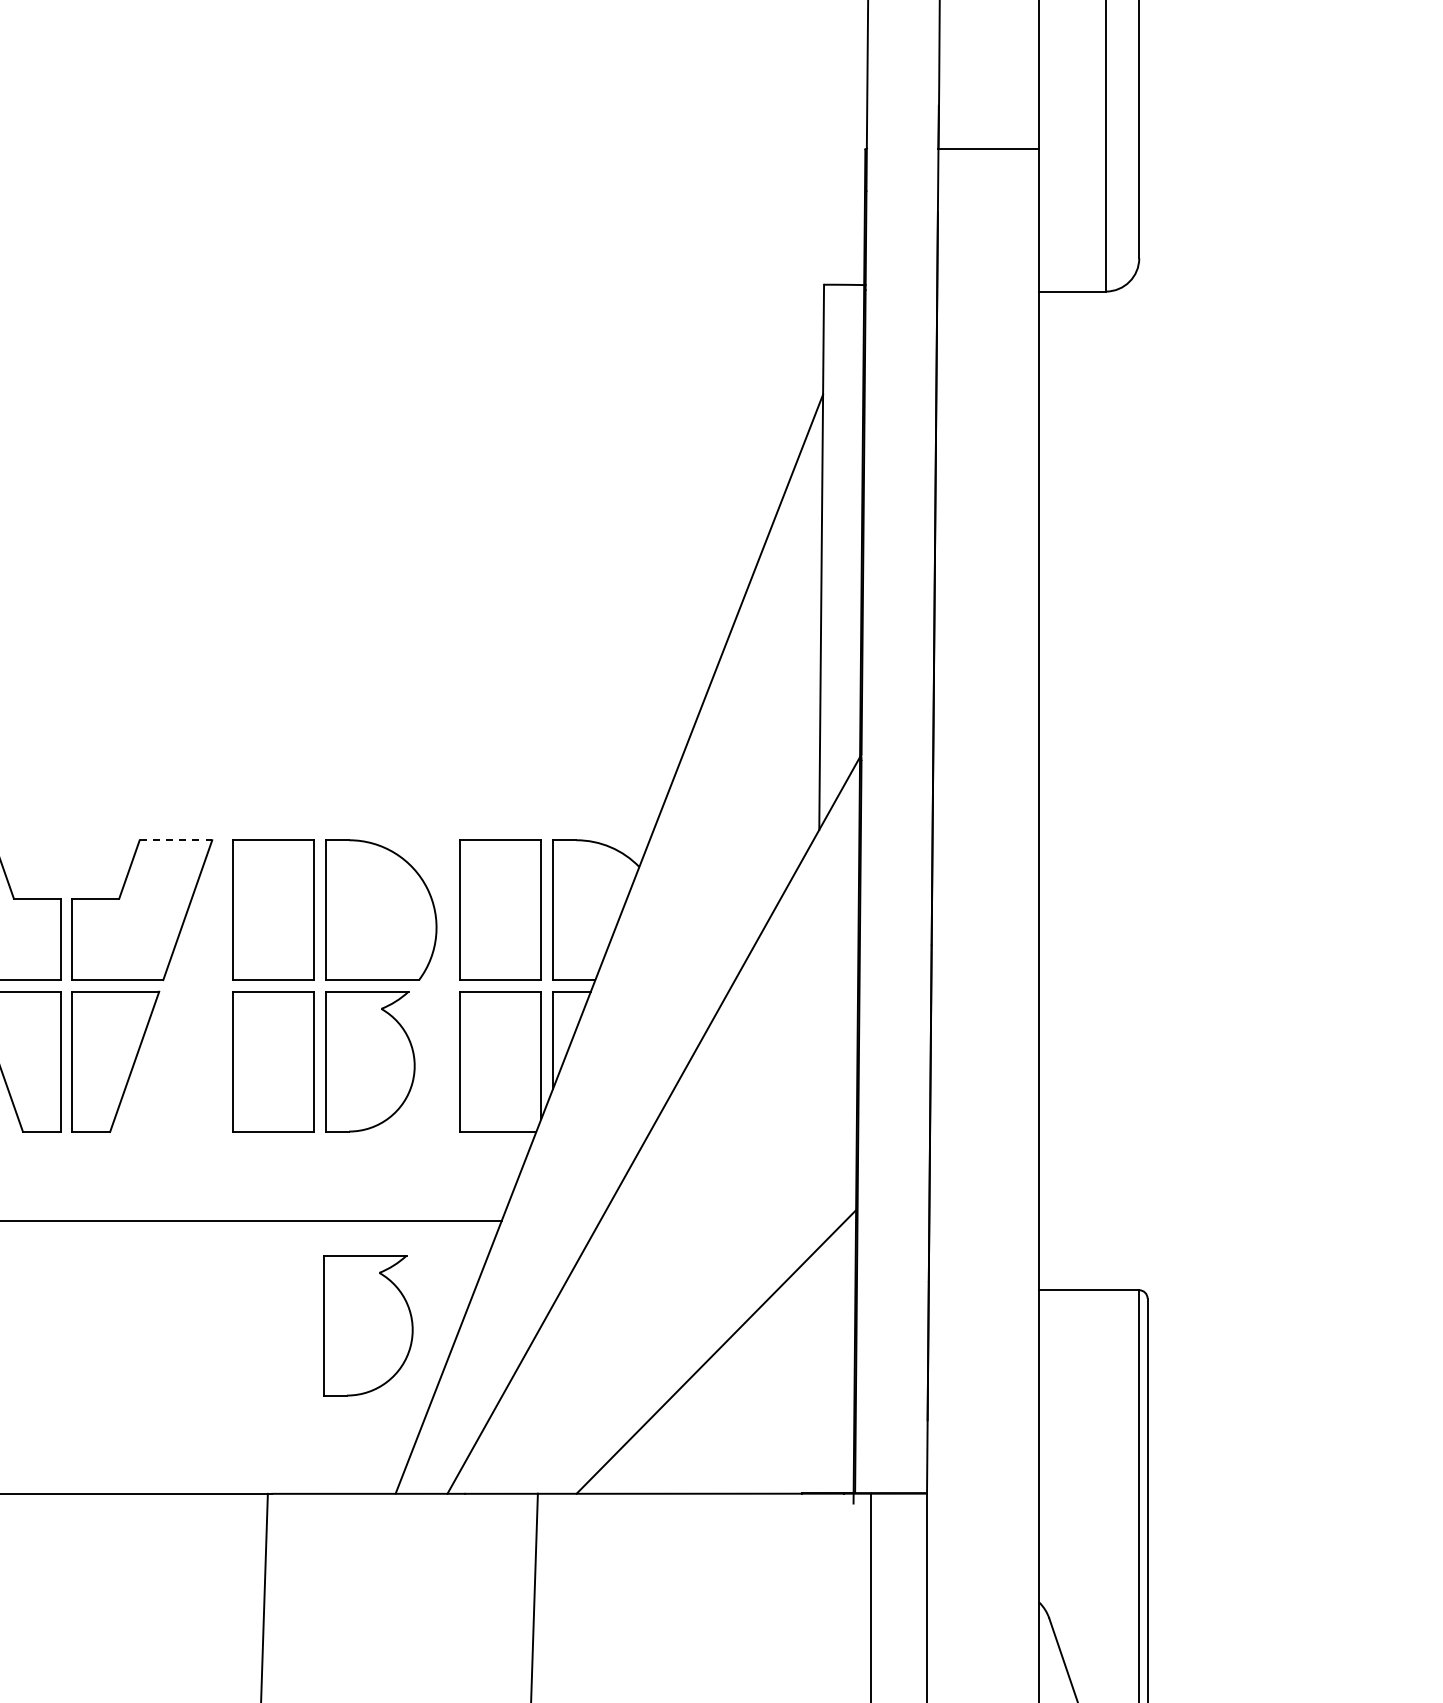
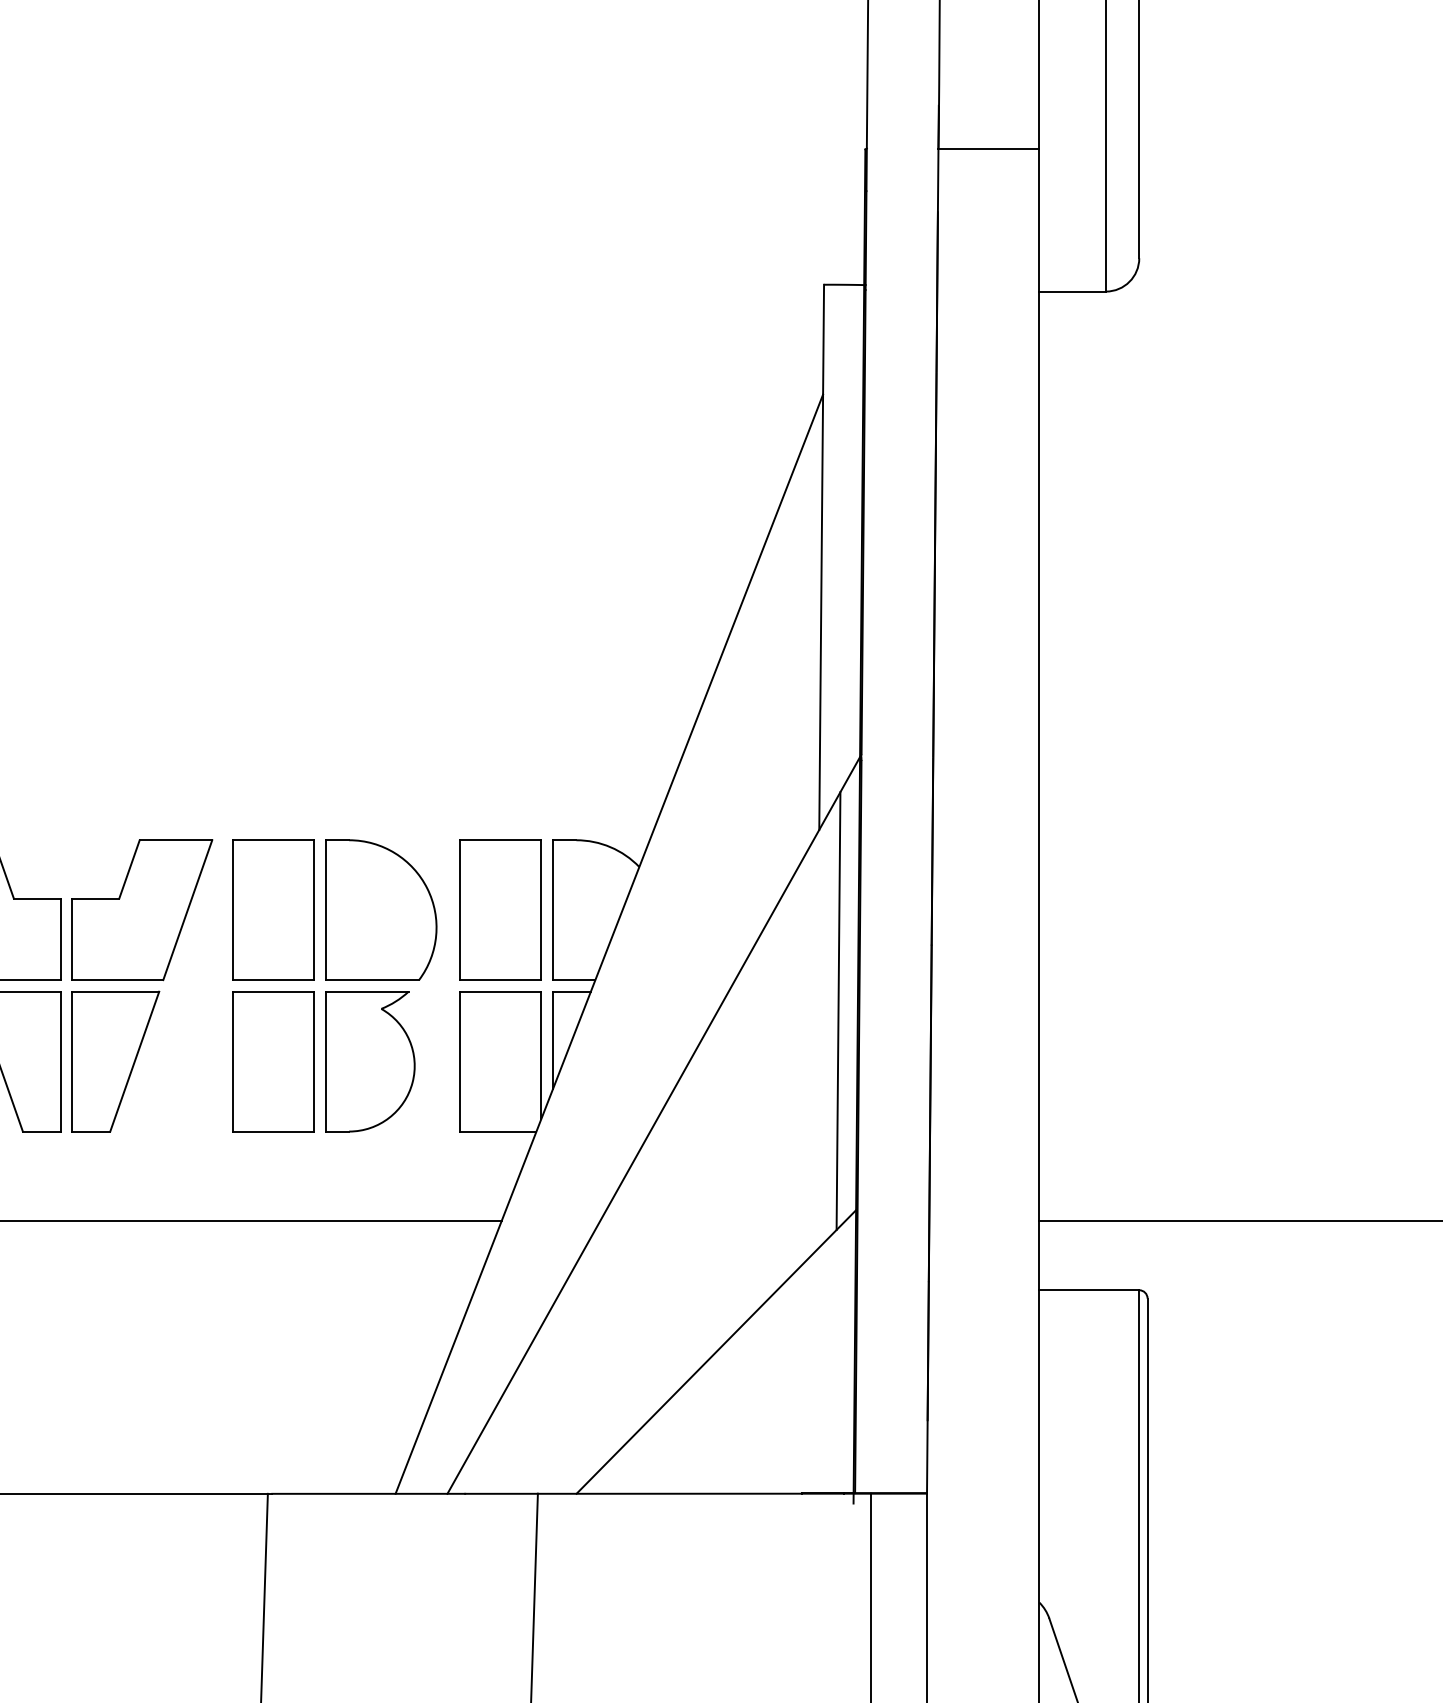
line at (176, 840): dashed -> solid
line at (838, 1010): none -> present
line at (1239, 1220): none -> present
part at (368, 1325): present -> none
